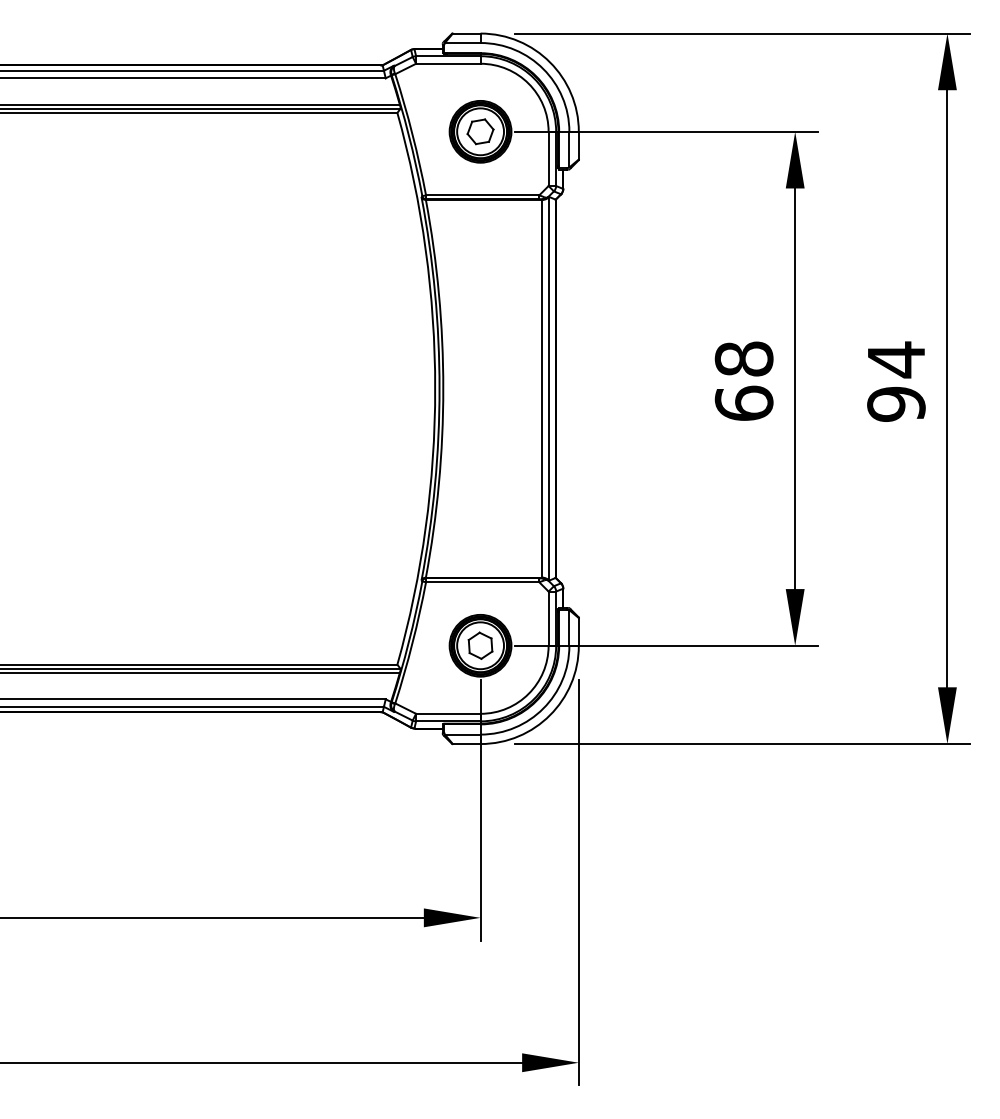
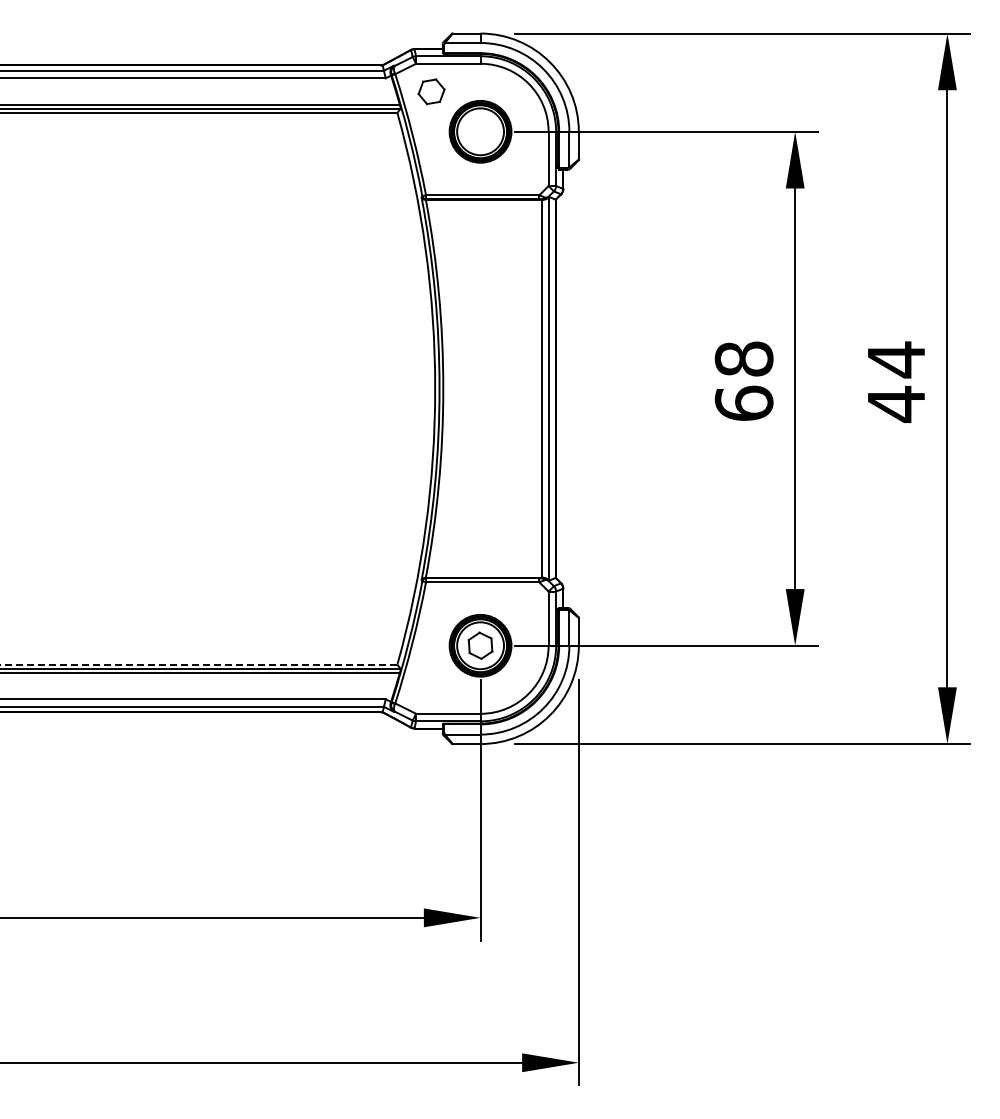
part at (480, 131) position: (480, 131) -> (431, 91)
text at (896, 403): 94 -> 44
line at (198, 664): solid -> dashed
